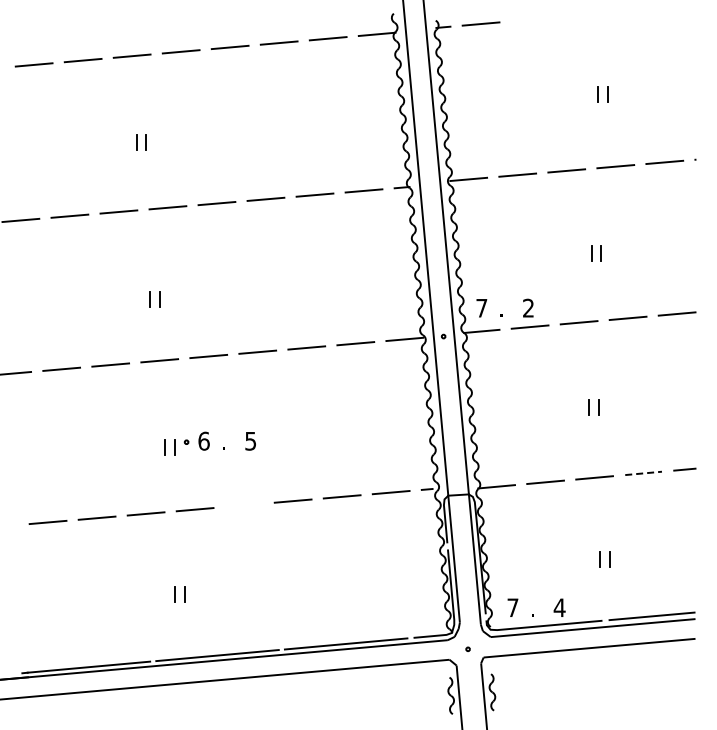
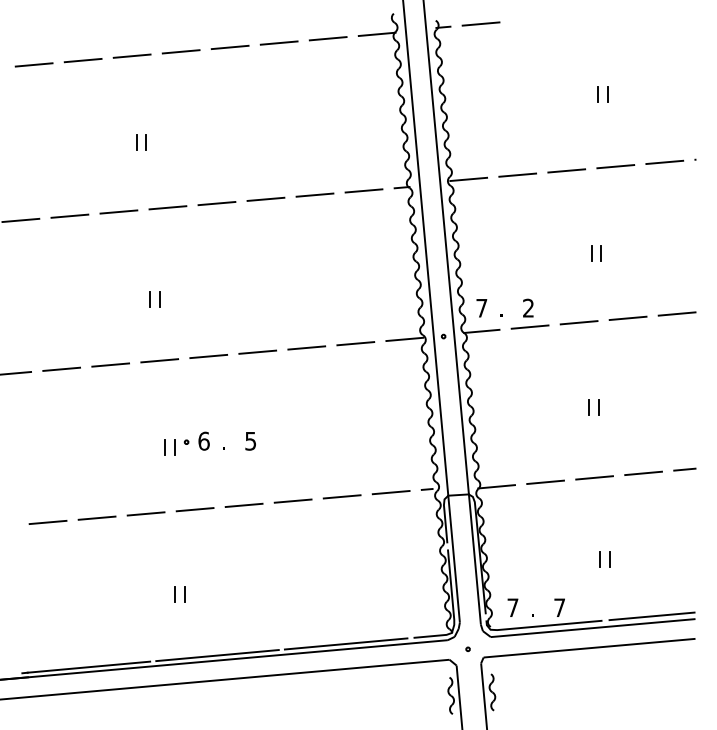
line at (644, 473): dashed -> solid
line at (243, 505): none -> present
text at (559, 607): 4 -> 7
